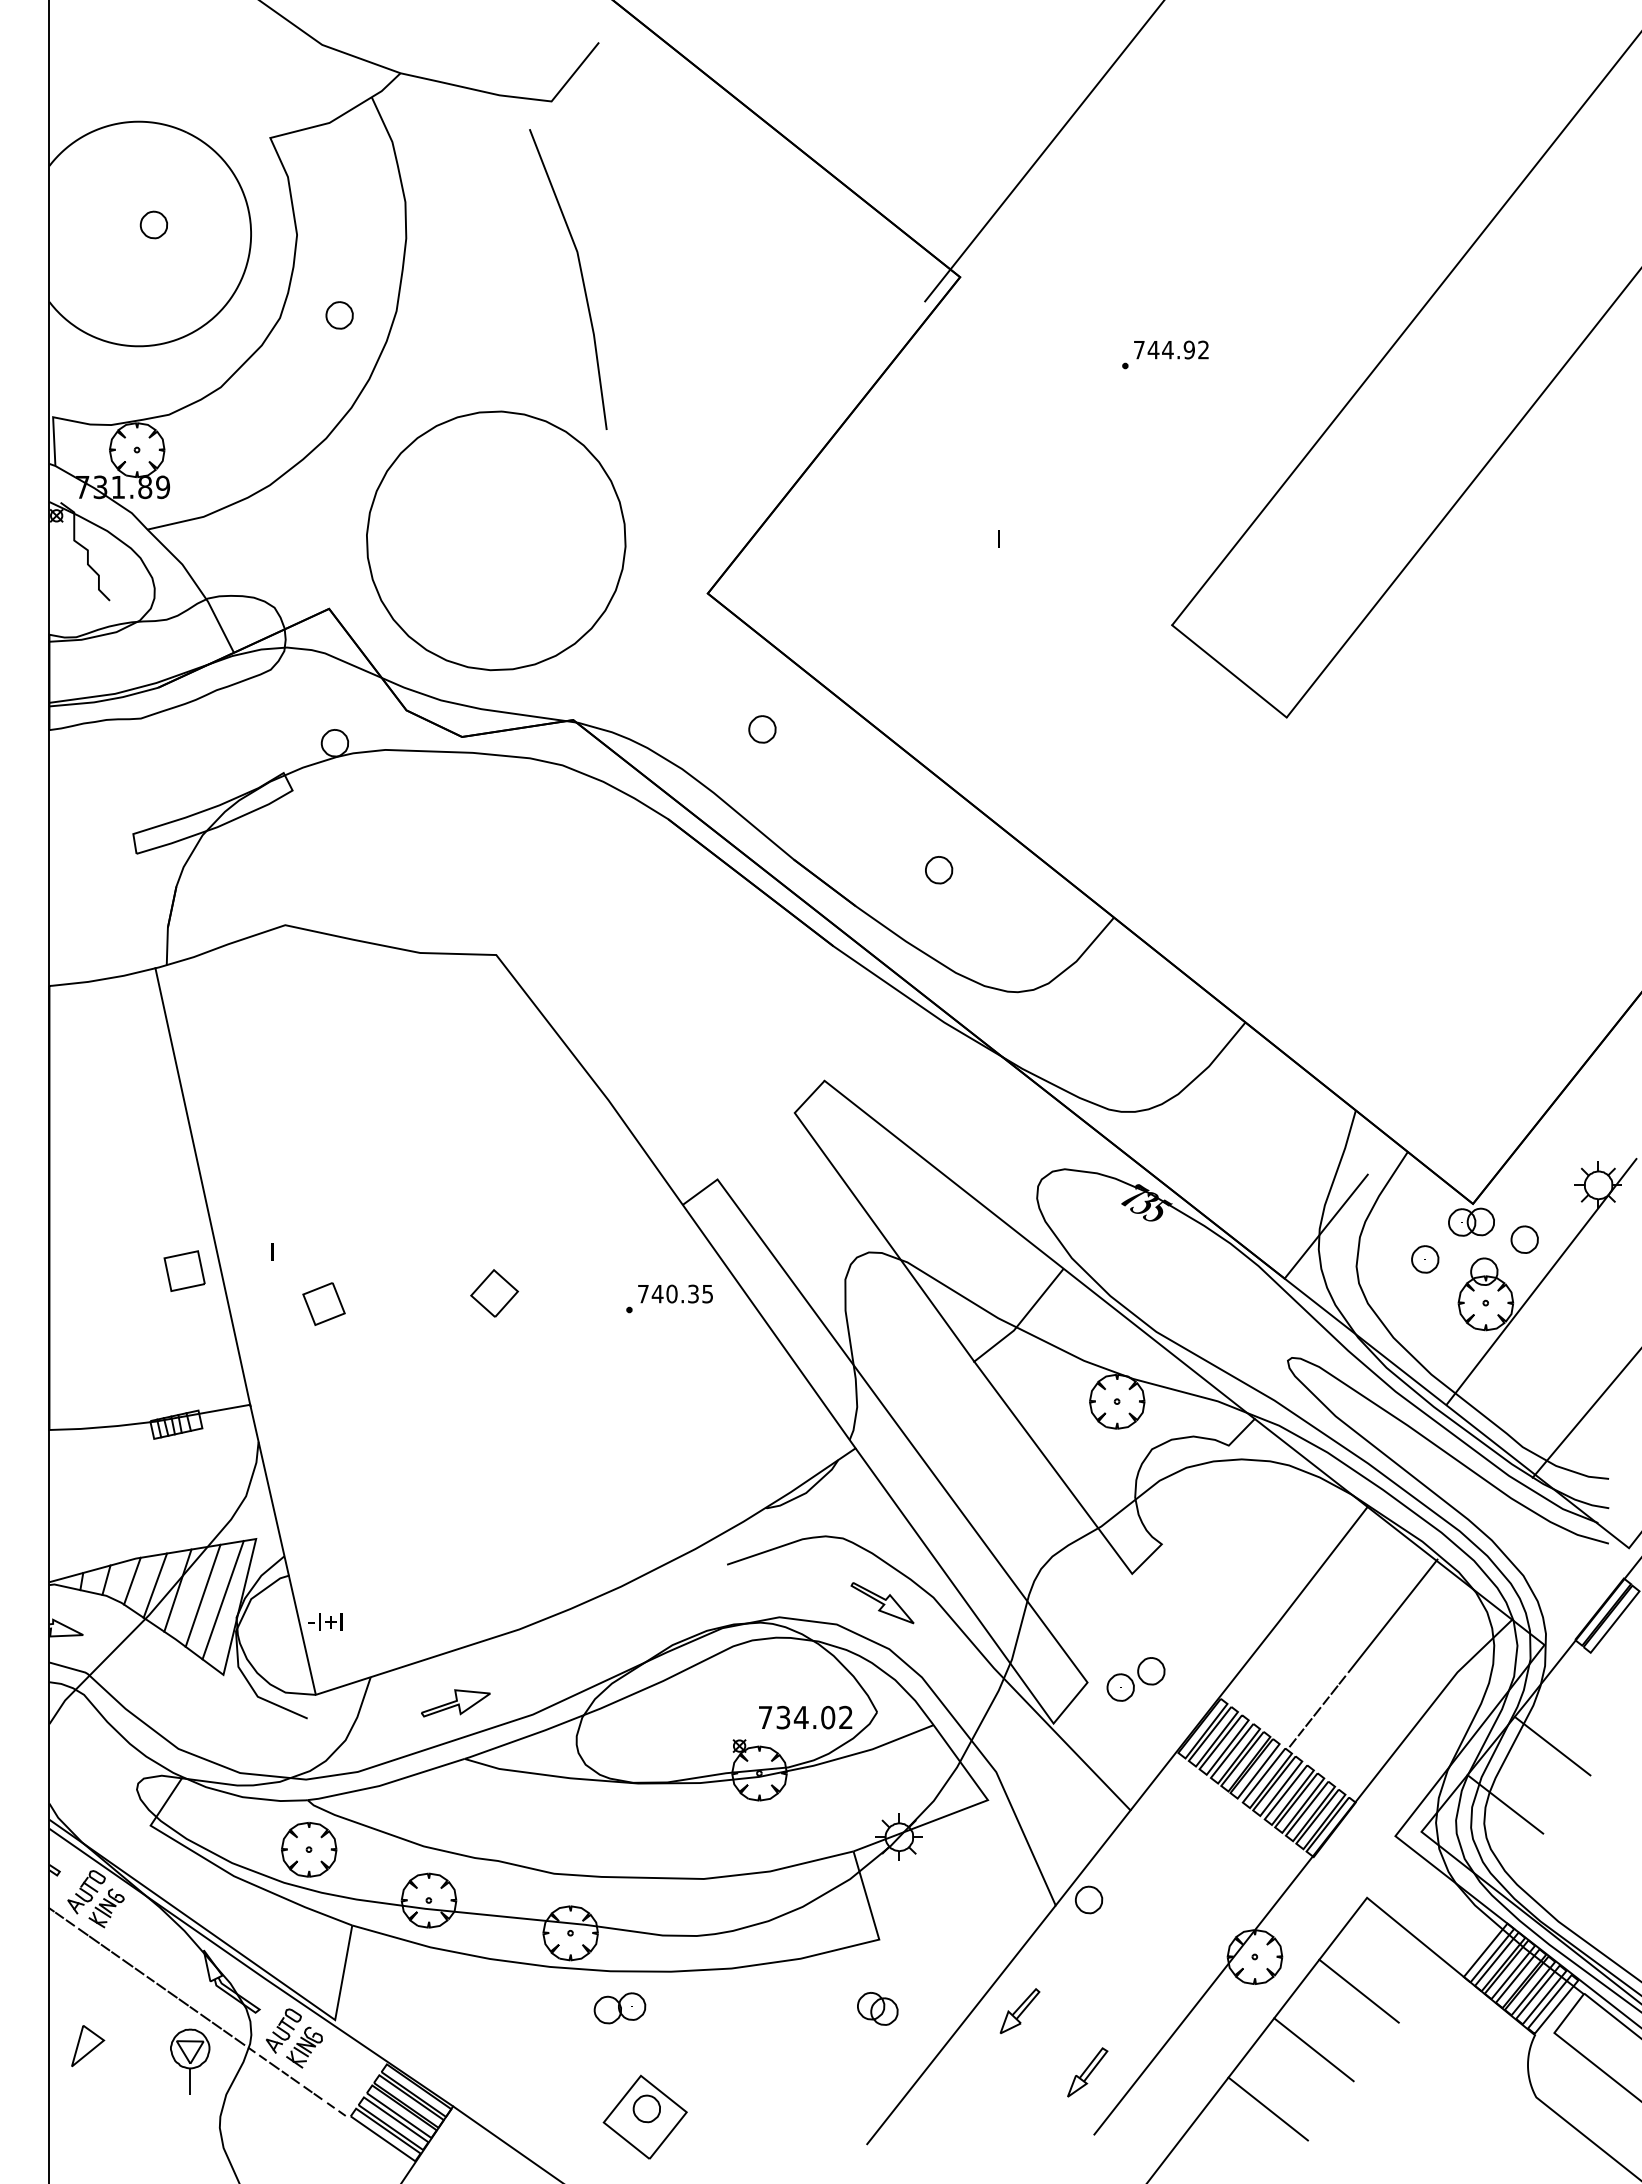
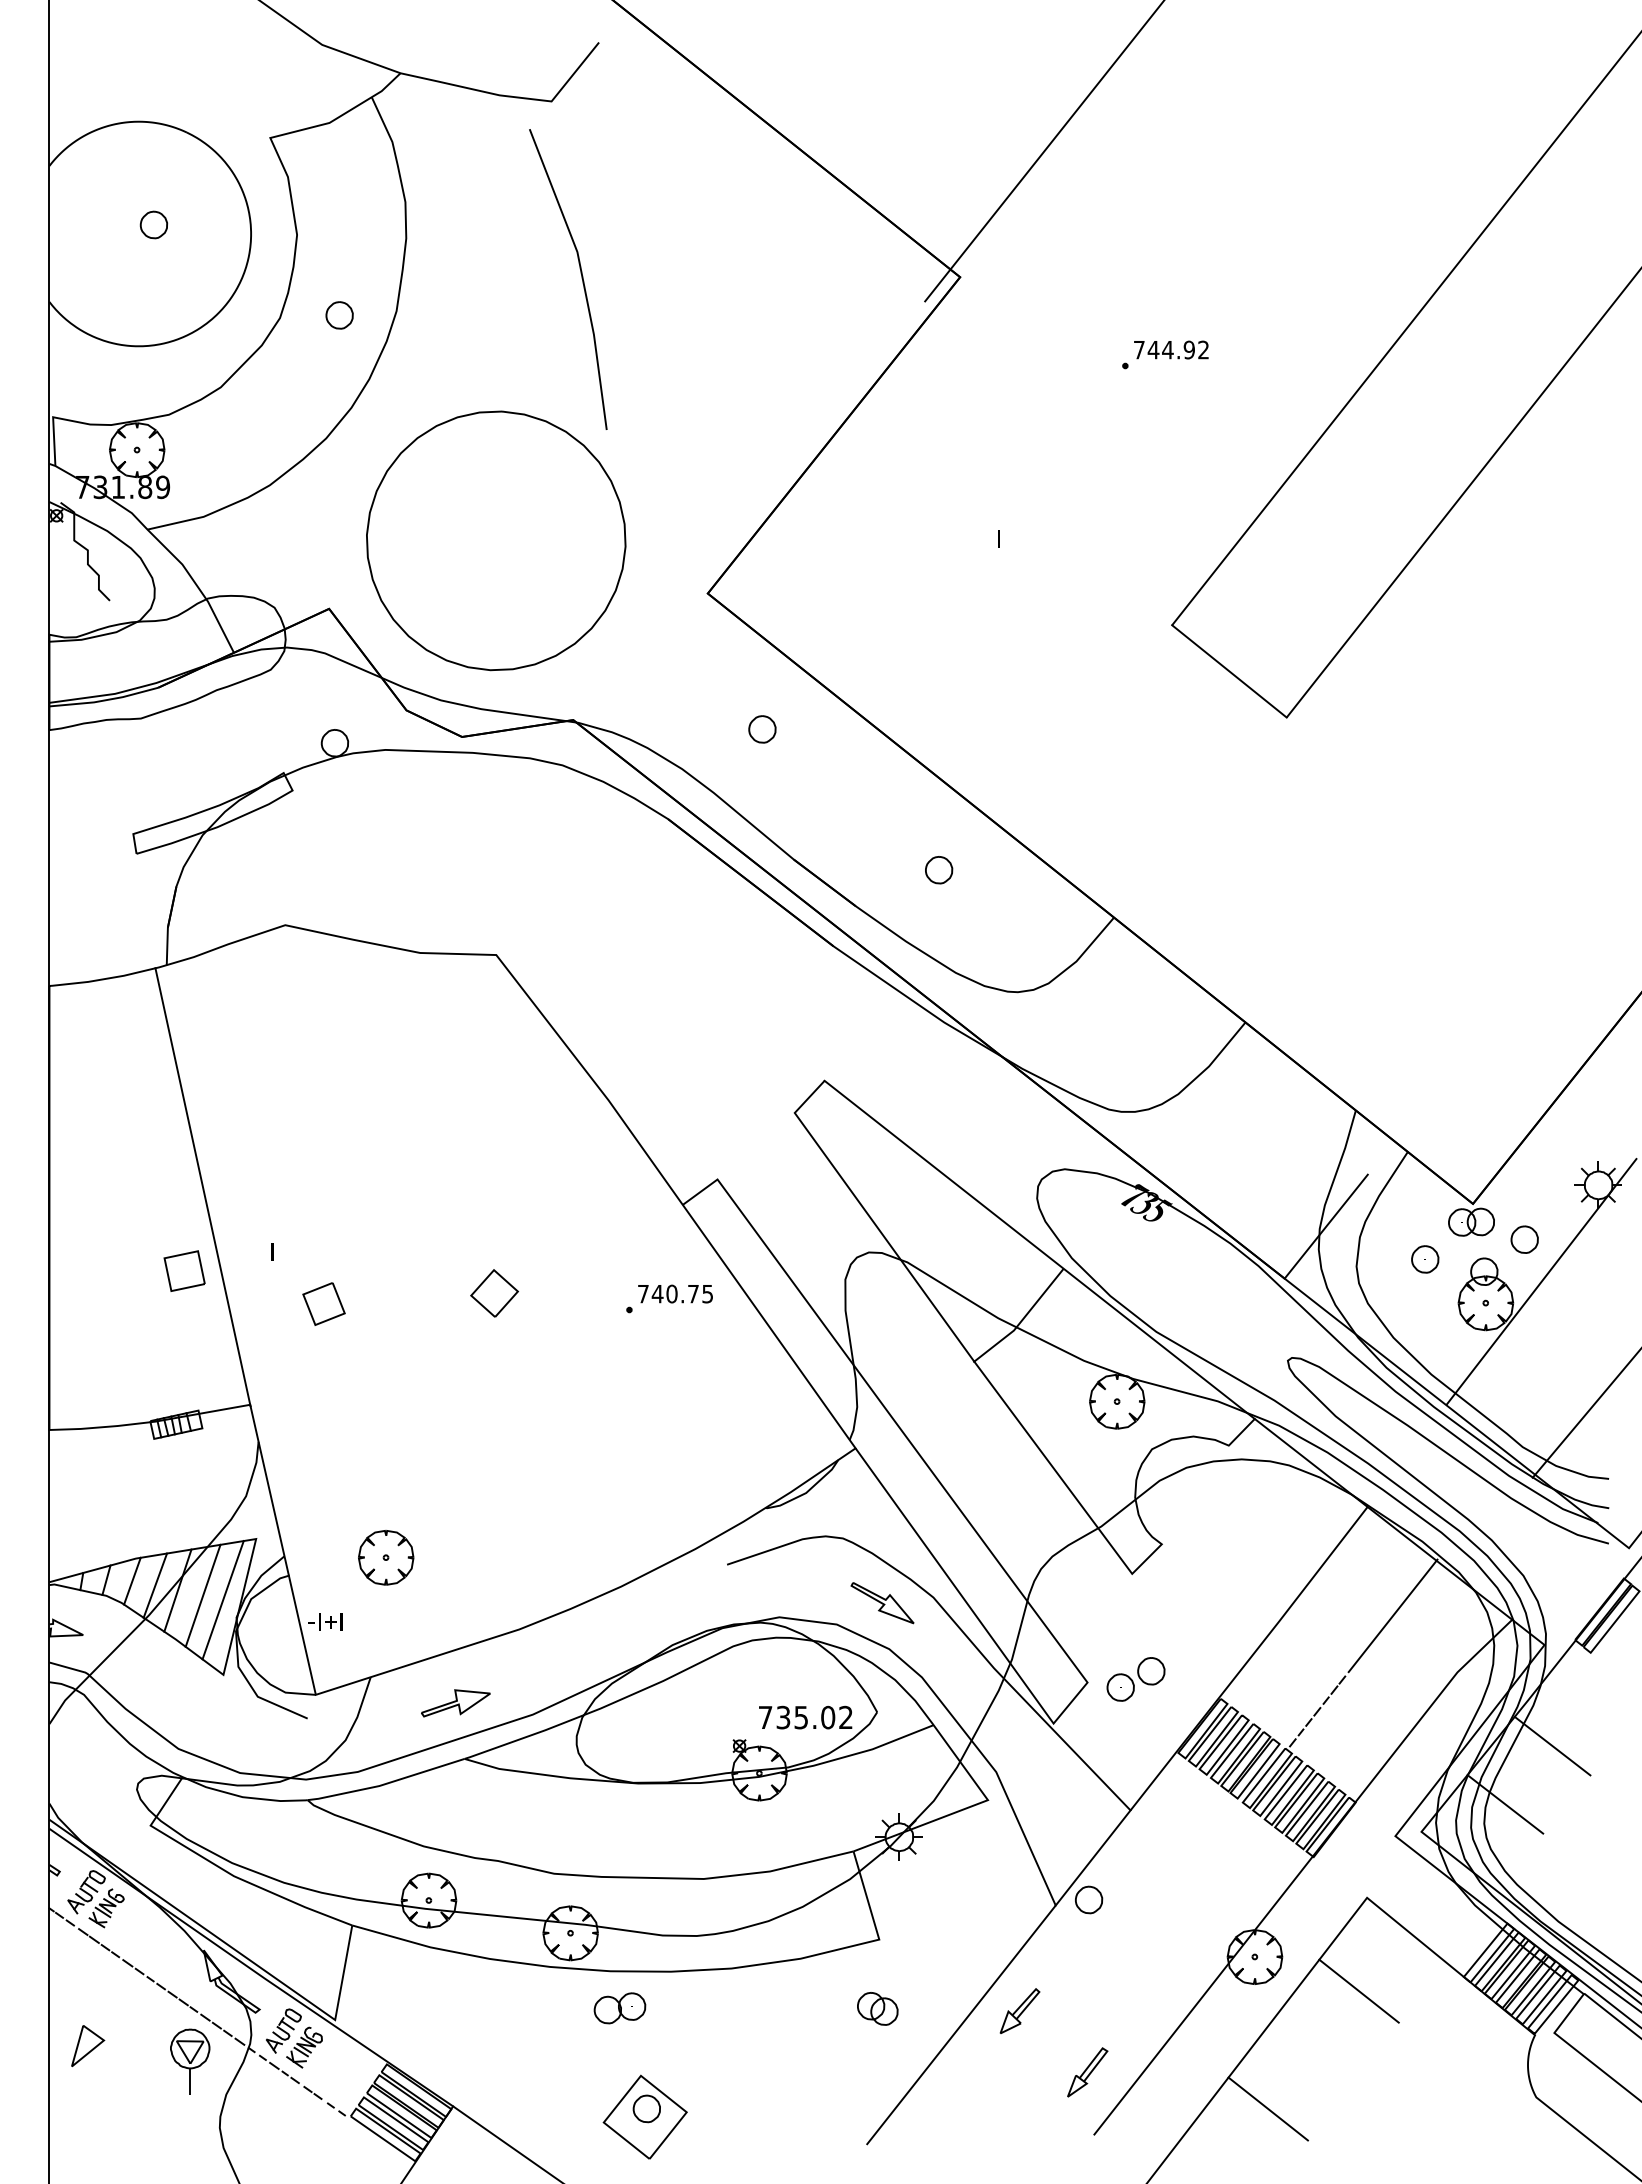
text at (693, 1293): 740.35 -> 740.75
text at (800, 1717): 734.02 -> 735.02
part at (309, 1849) position: (309, 1849) -> (386, 1557)
line at (1313, 2049): present -> none
